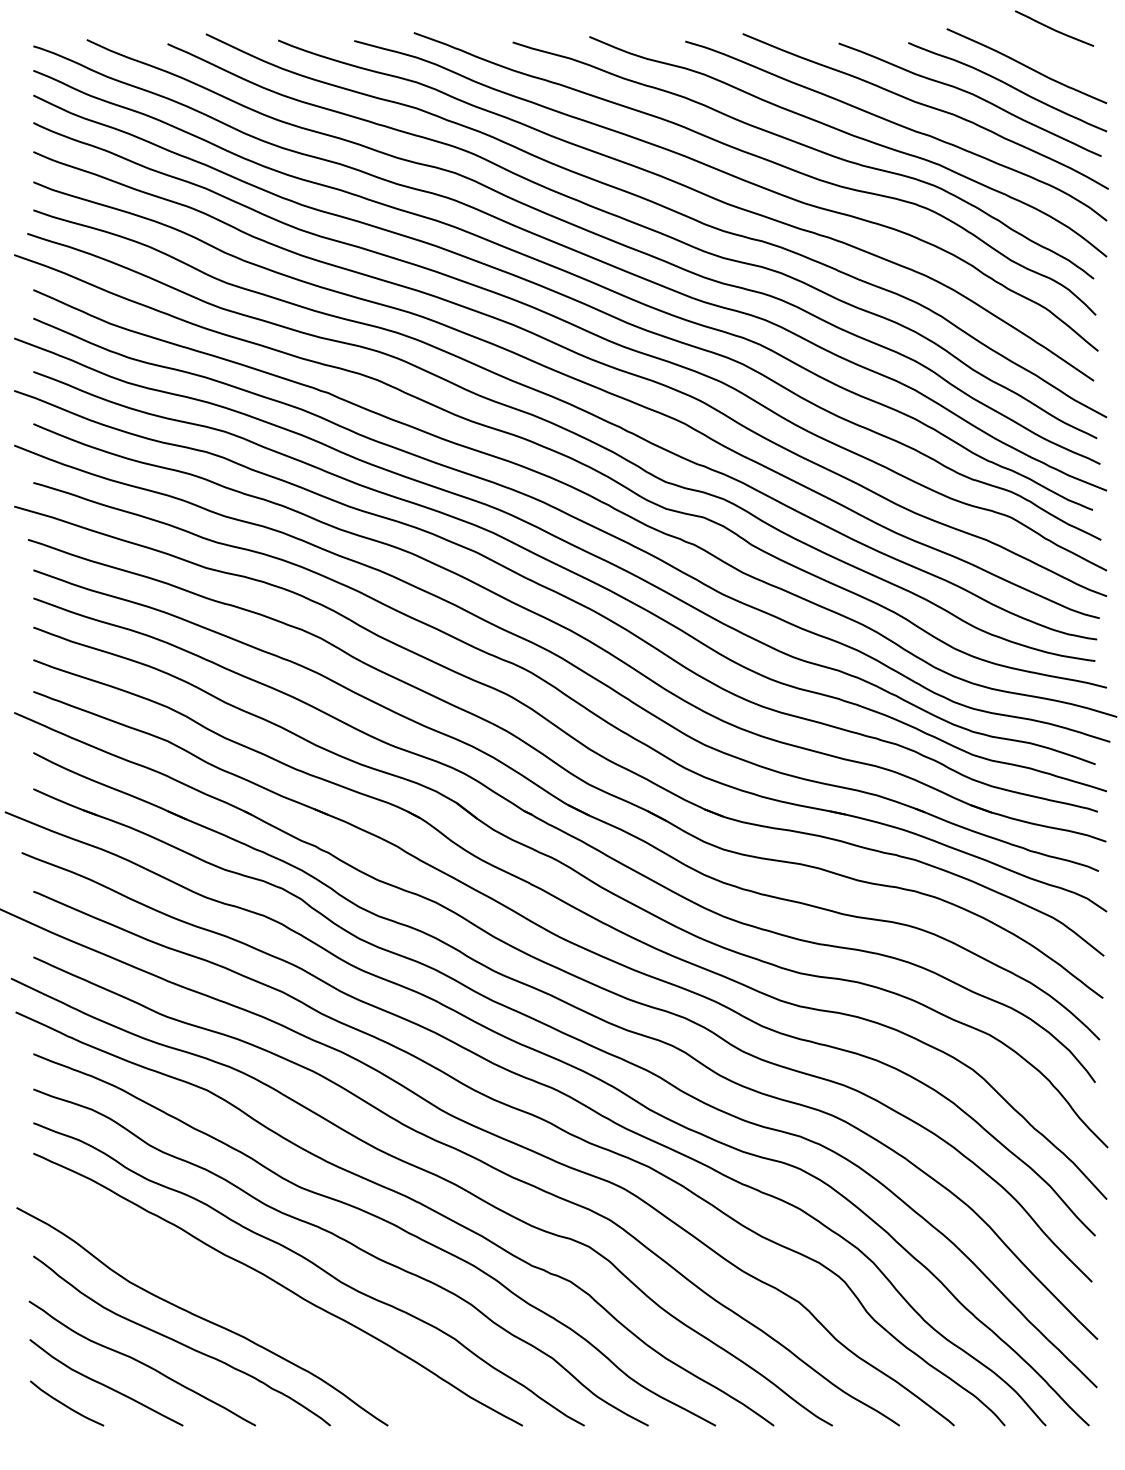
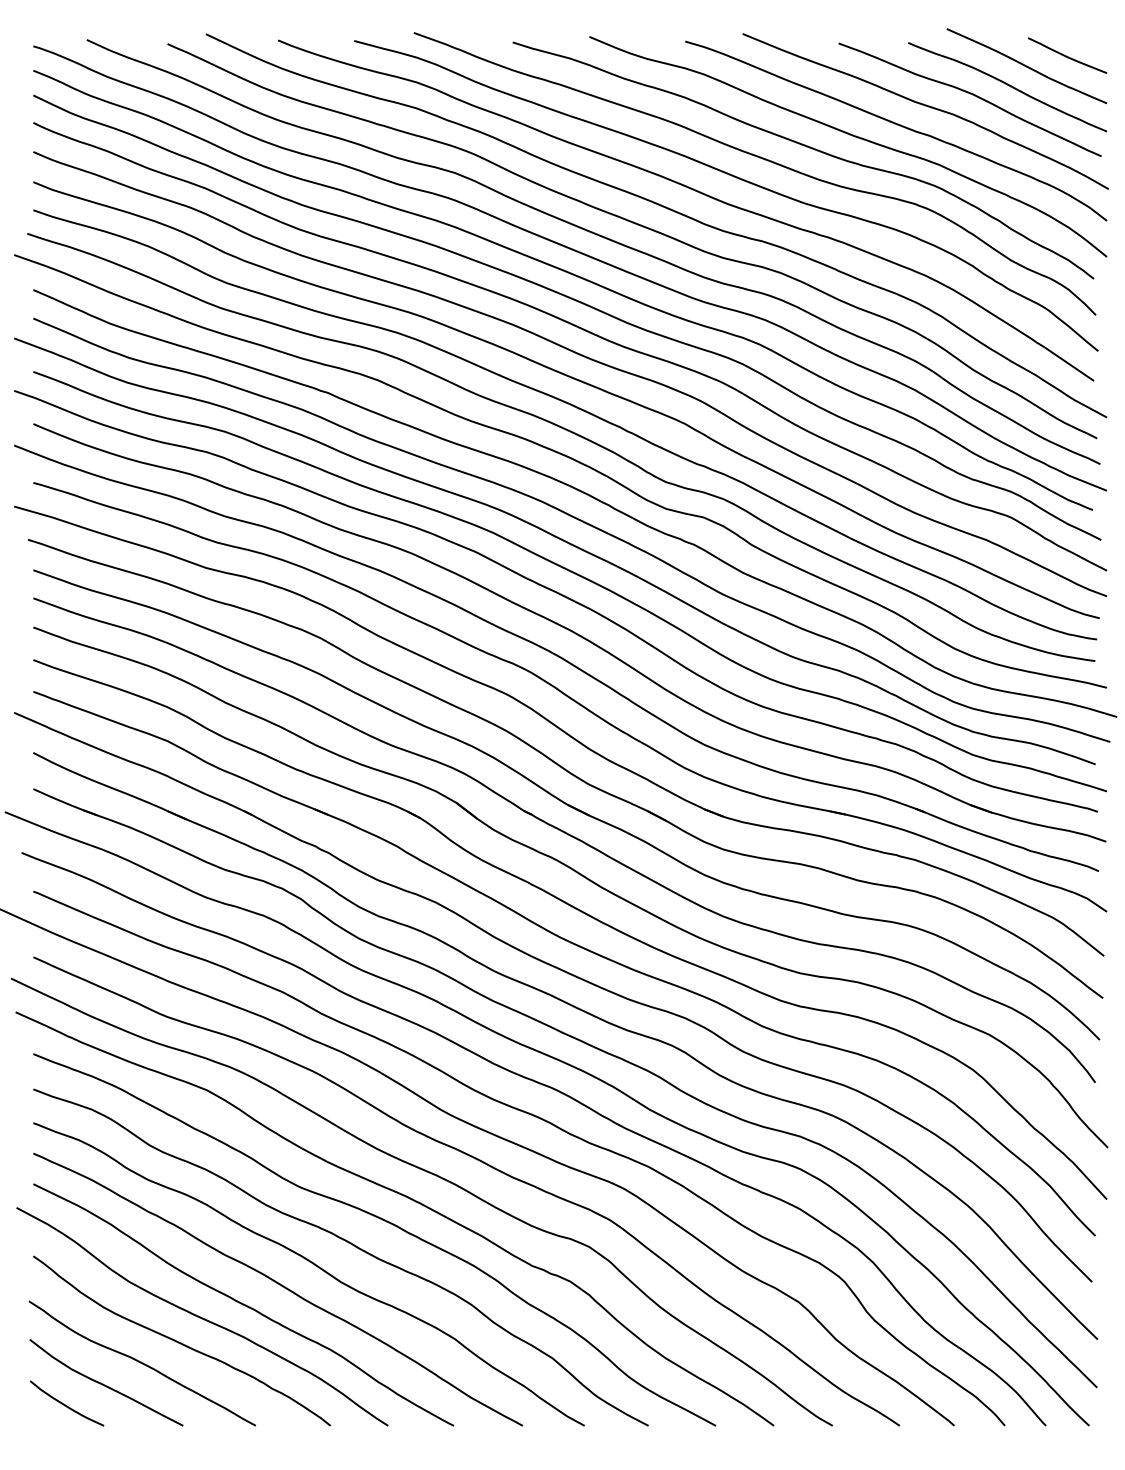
curve at (1053, 28) position: (1053, 28) -> (1066, 55)
curve at (243, 1304): none -> present
